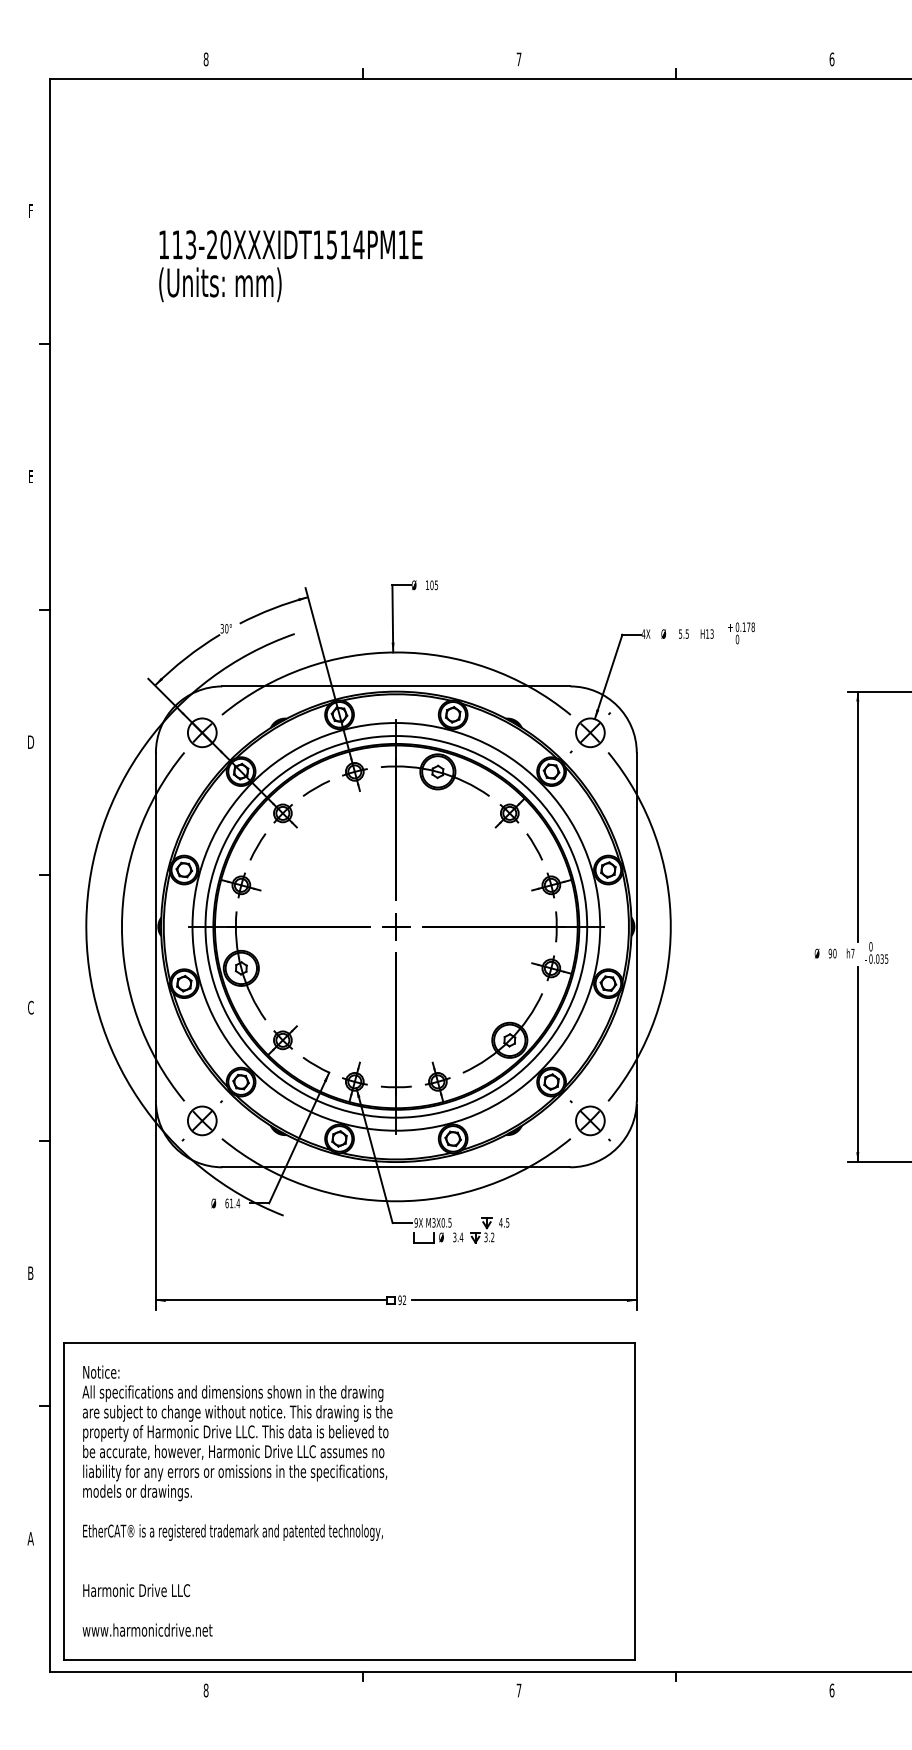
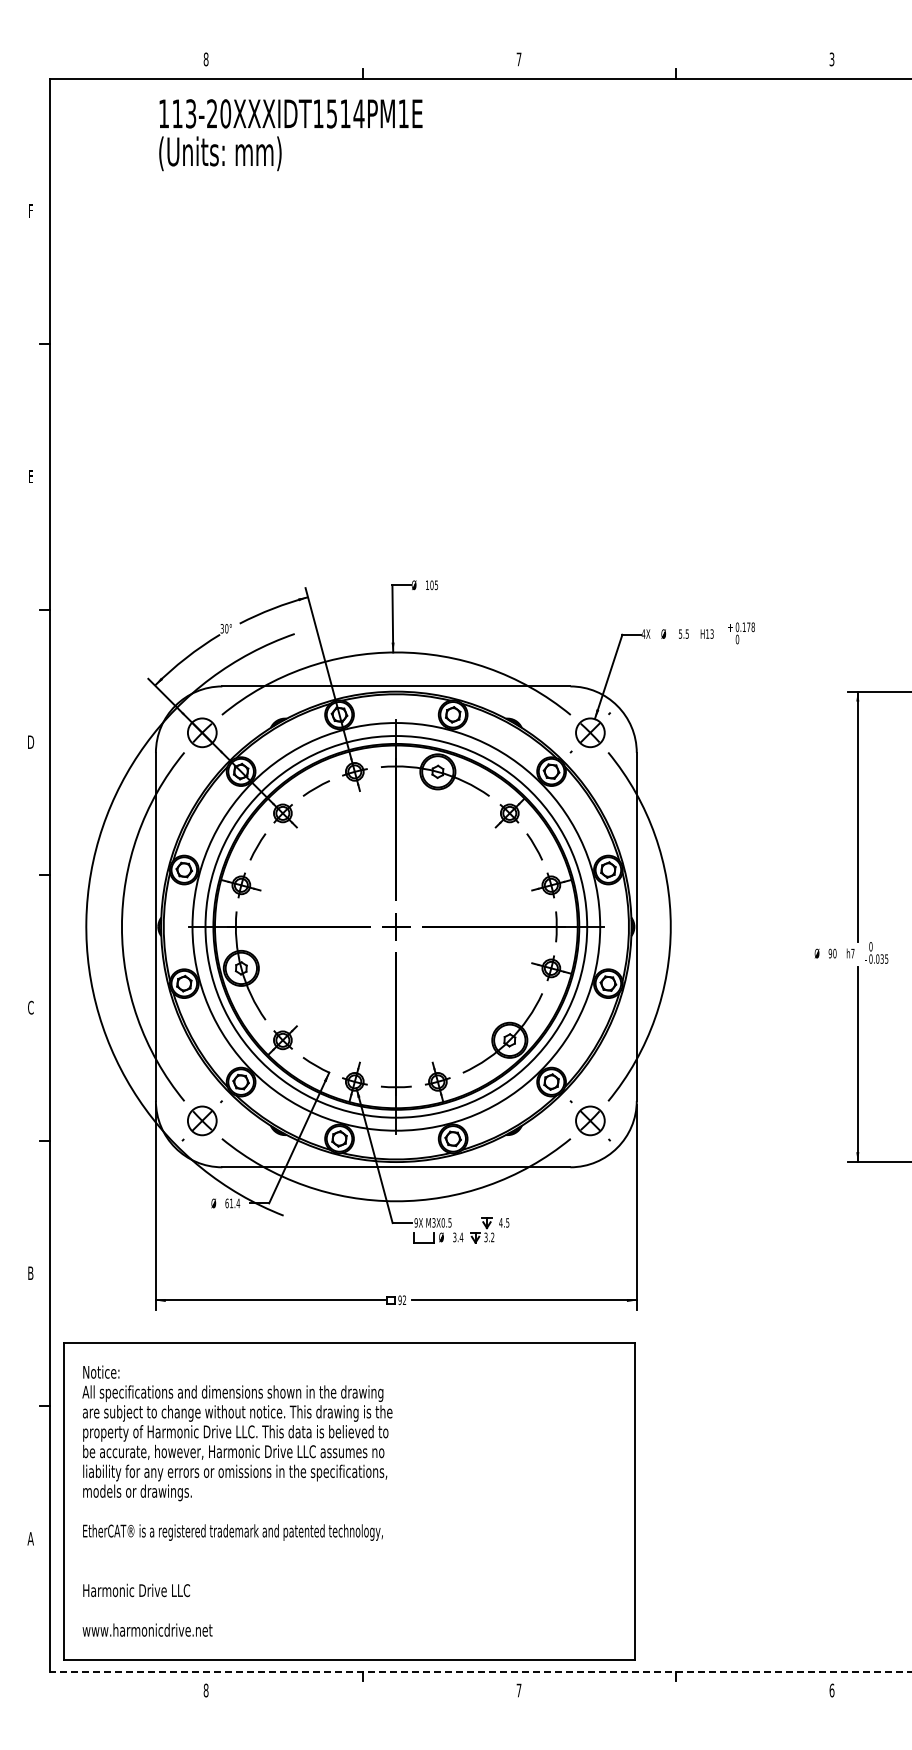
text at (831, 59): 6 -> 3
text at (290, 266) position: (290, 266) -> (290, 135)
line at (480, 1671): solid -> dashed
